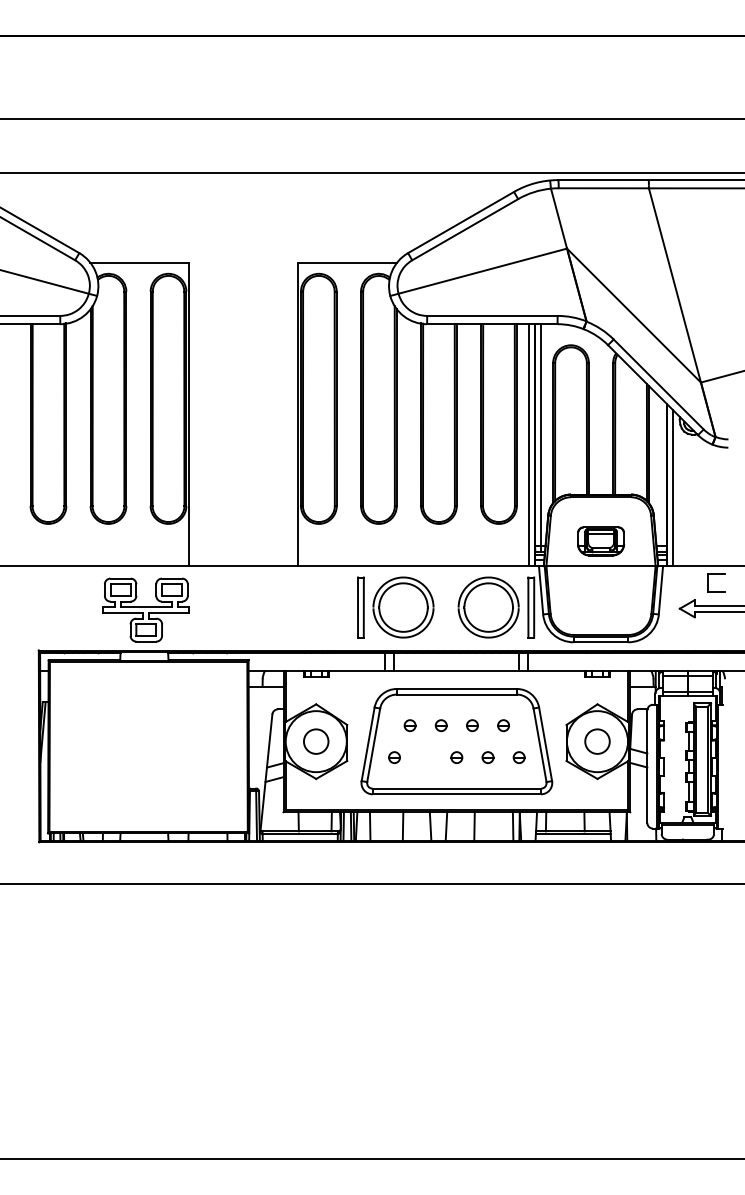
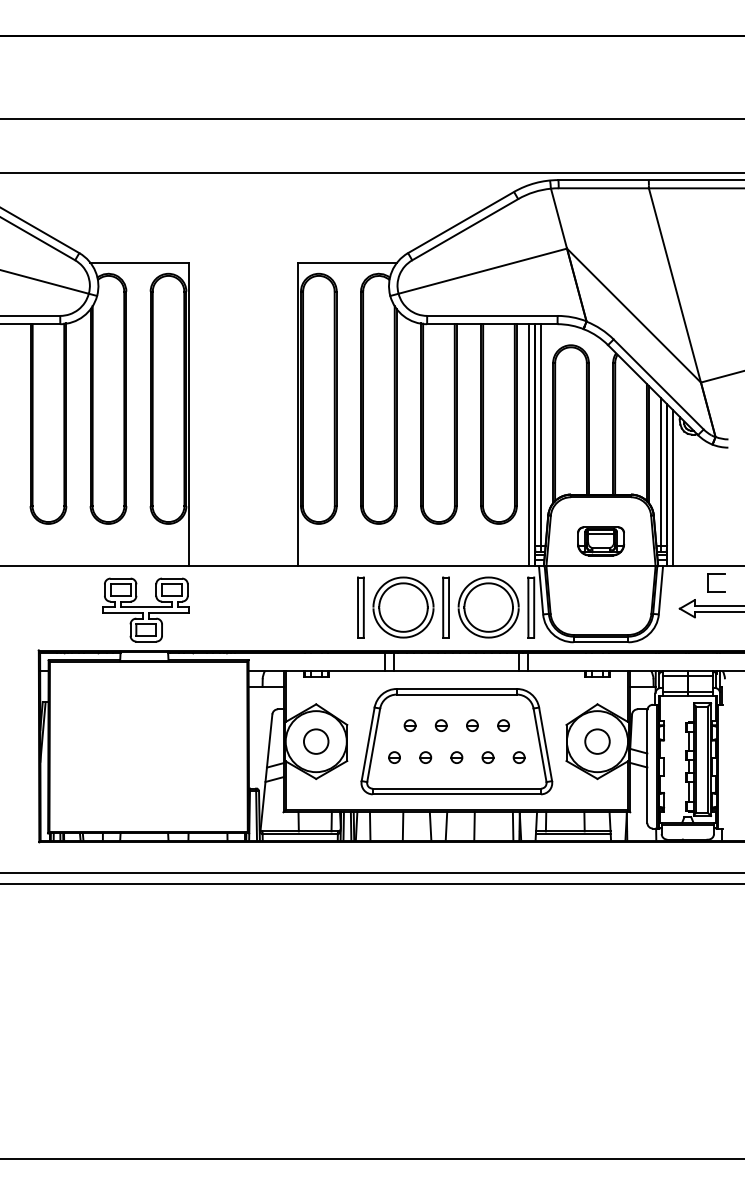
line at (661, 474): none -> present
part at (445, 607): none -> present
part at (425, 757): none -> present
line at (371, 873): none -> present
